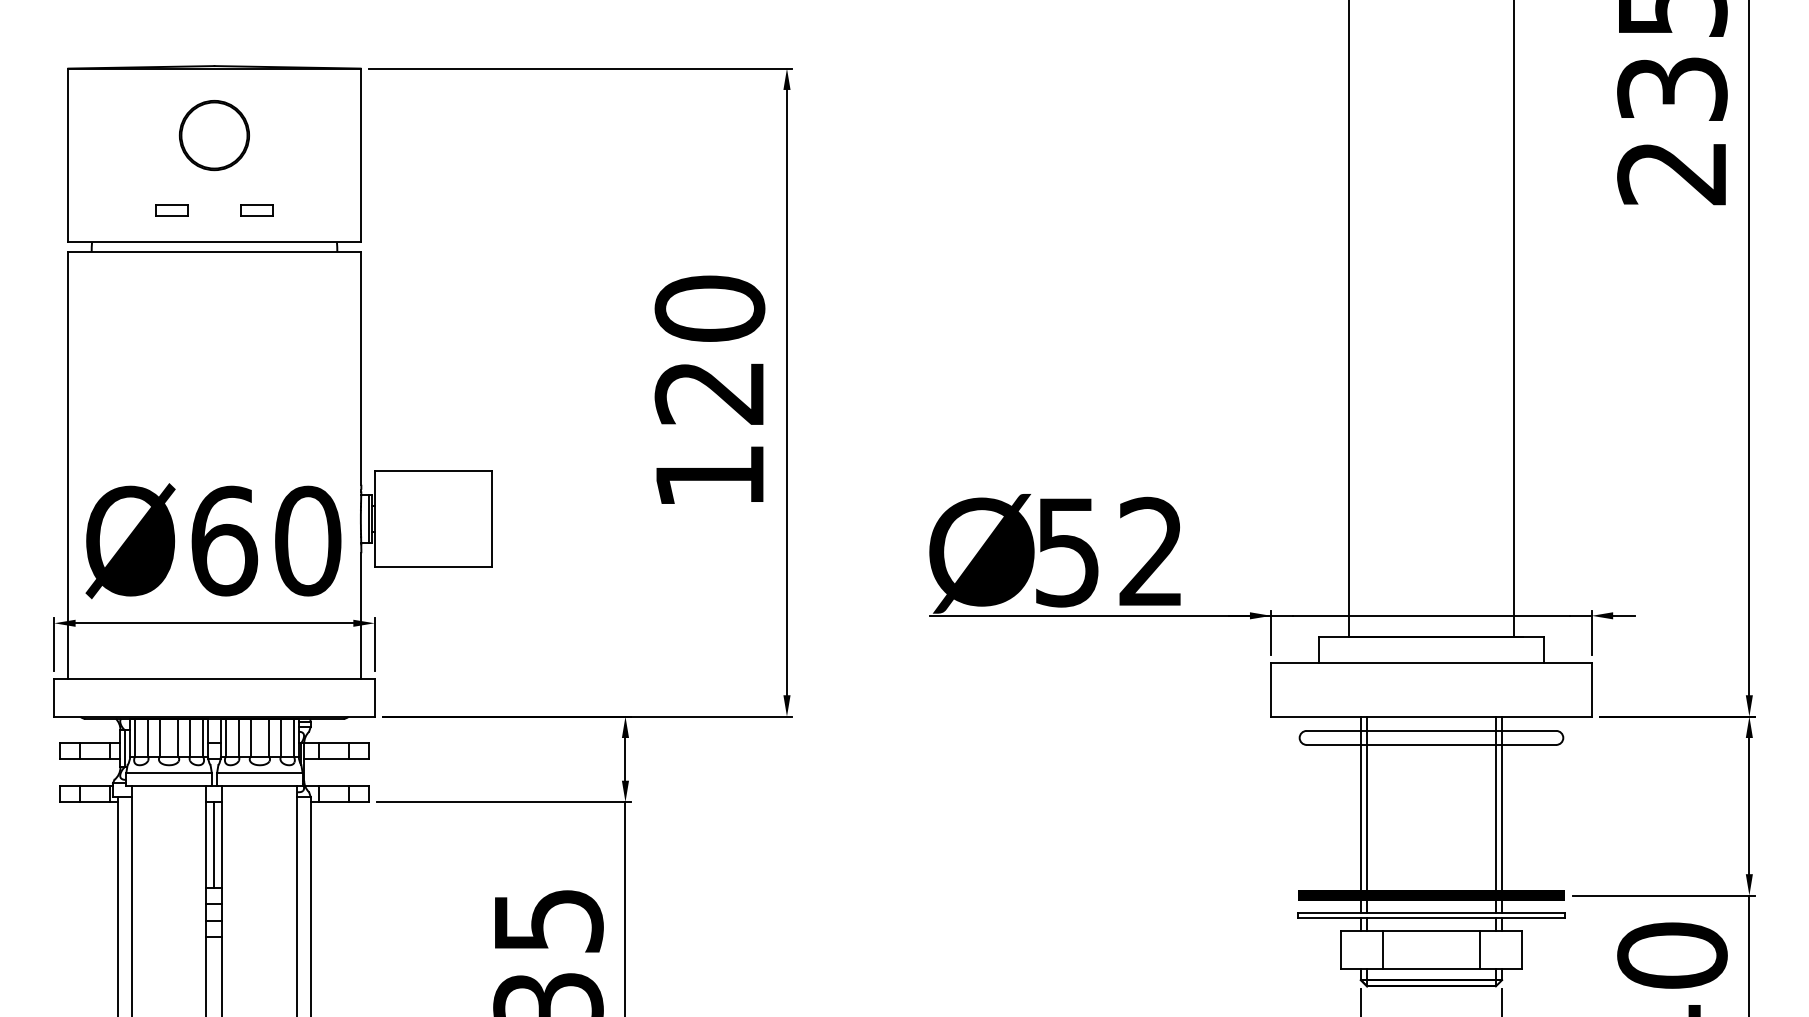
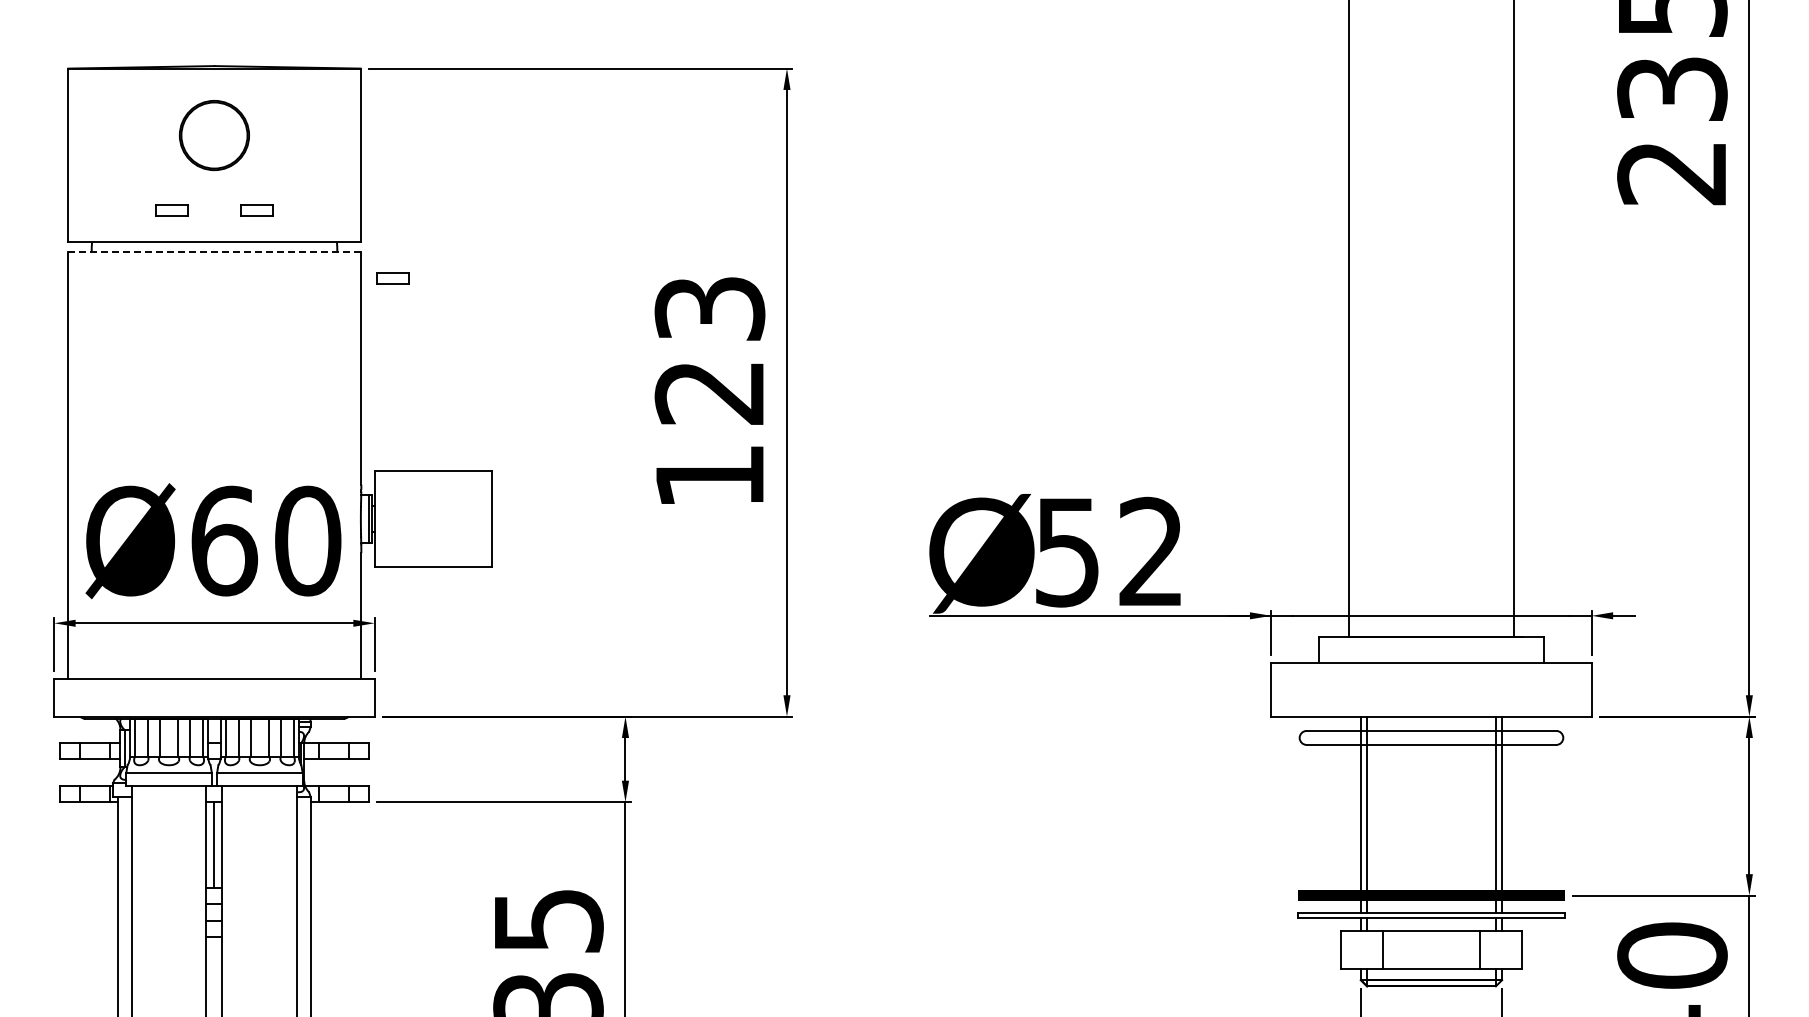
line at (214, 251): solid -> dashed
part at (392, 278): none -> present
text at (709, 308): 120 -> 123
